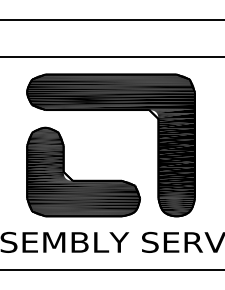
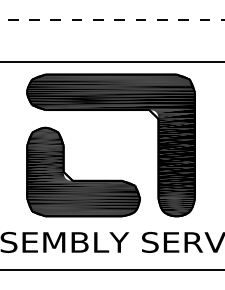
line at (112, 20): solid -> dashed
line at (111, 57) position: (111, 57) -> (111, 62)
